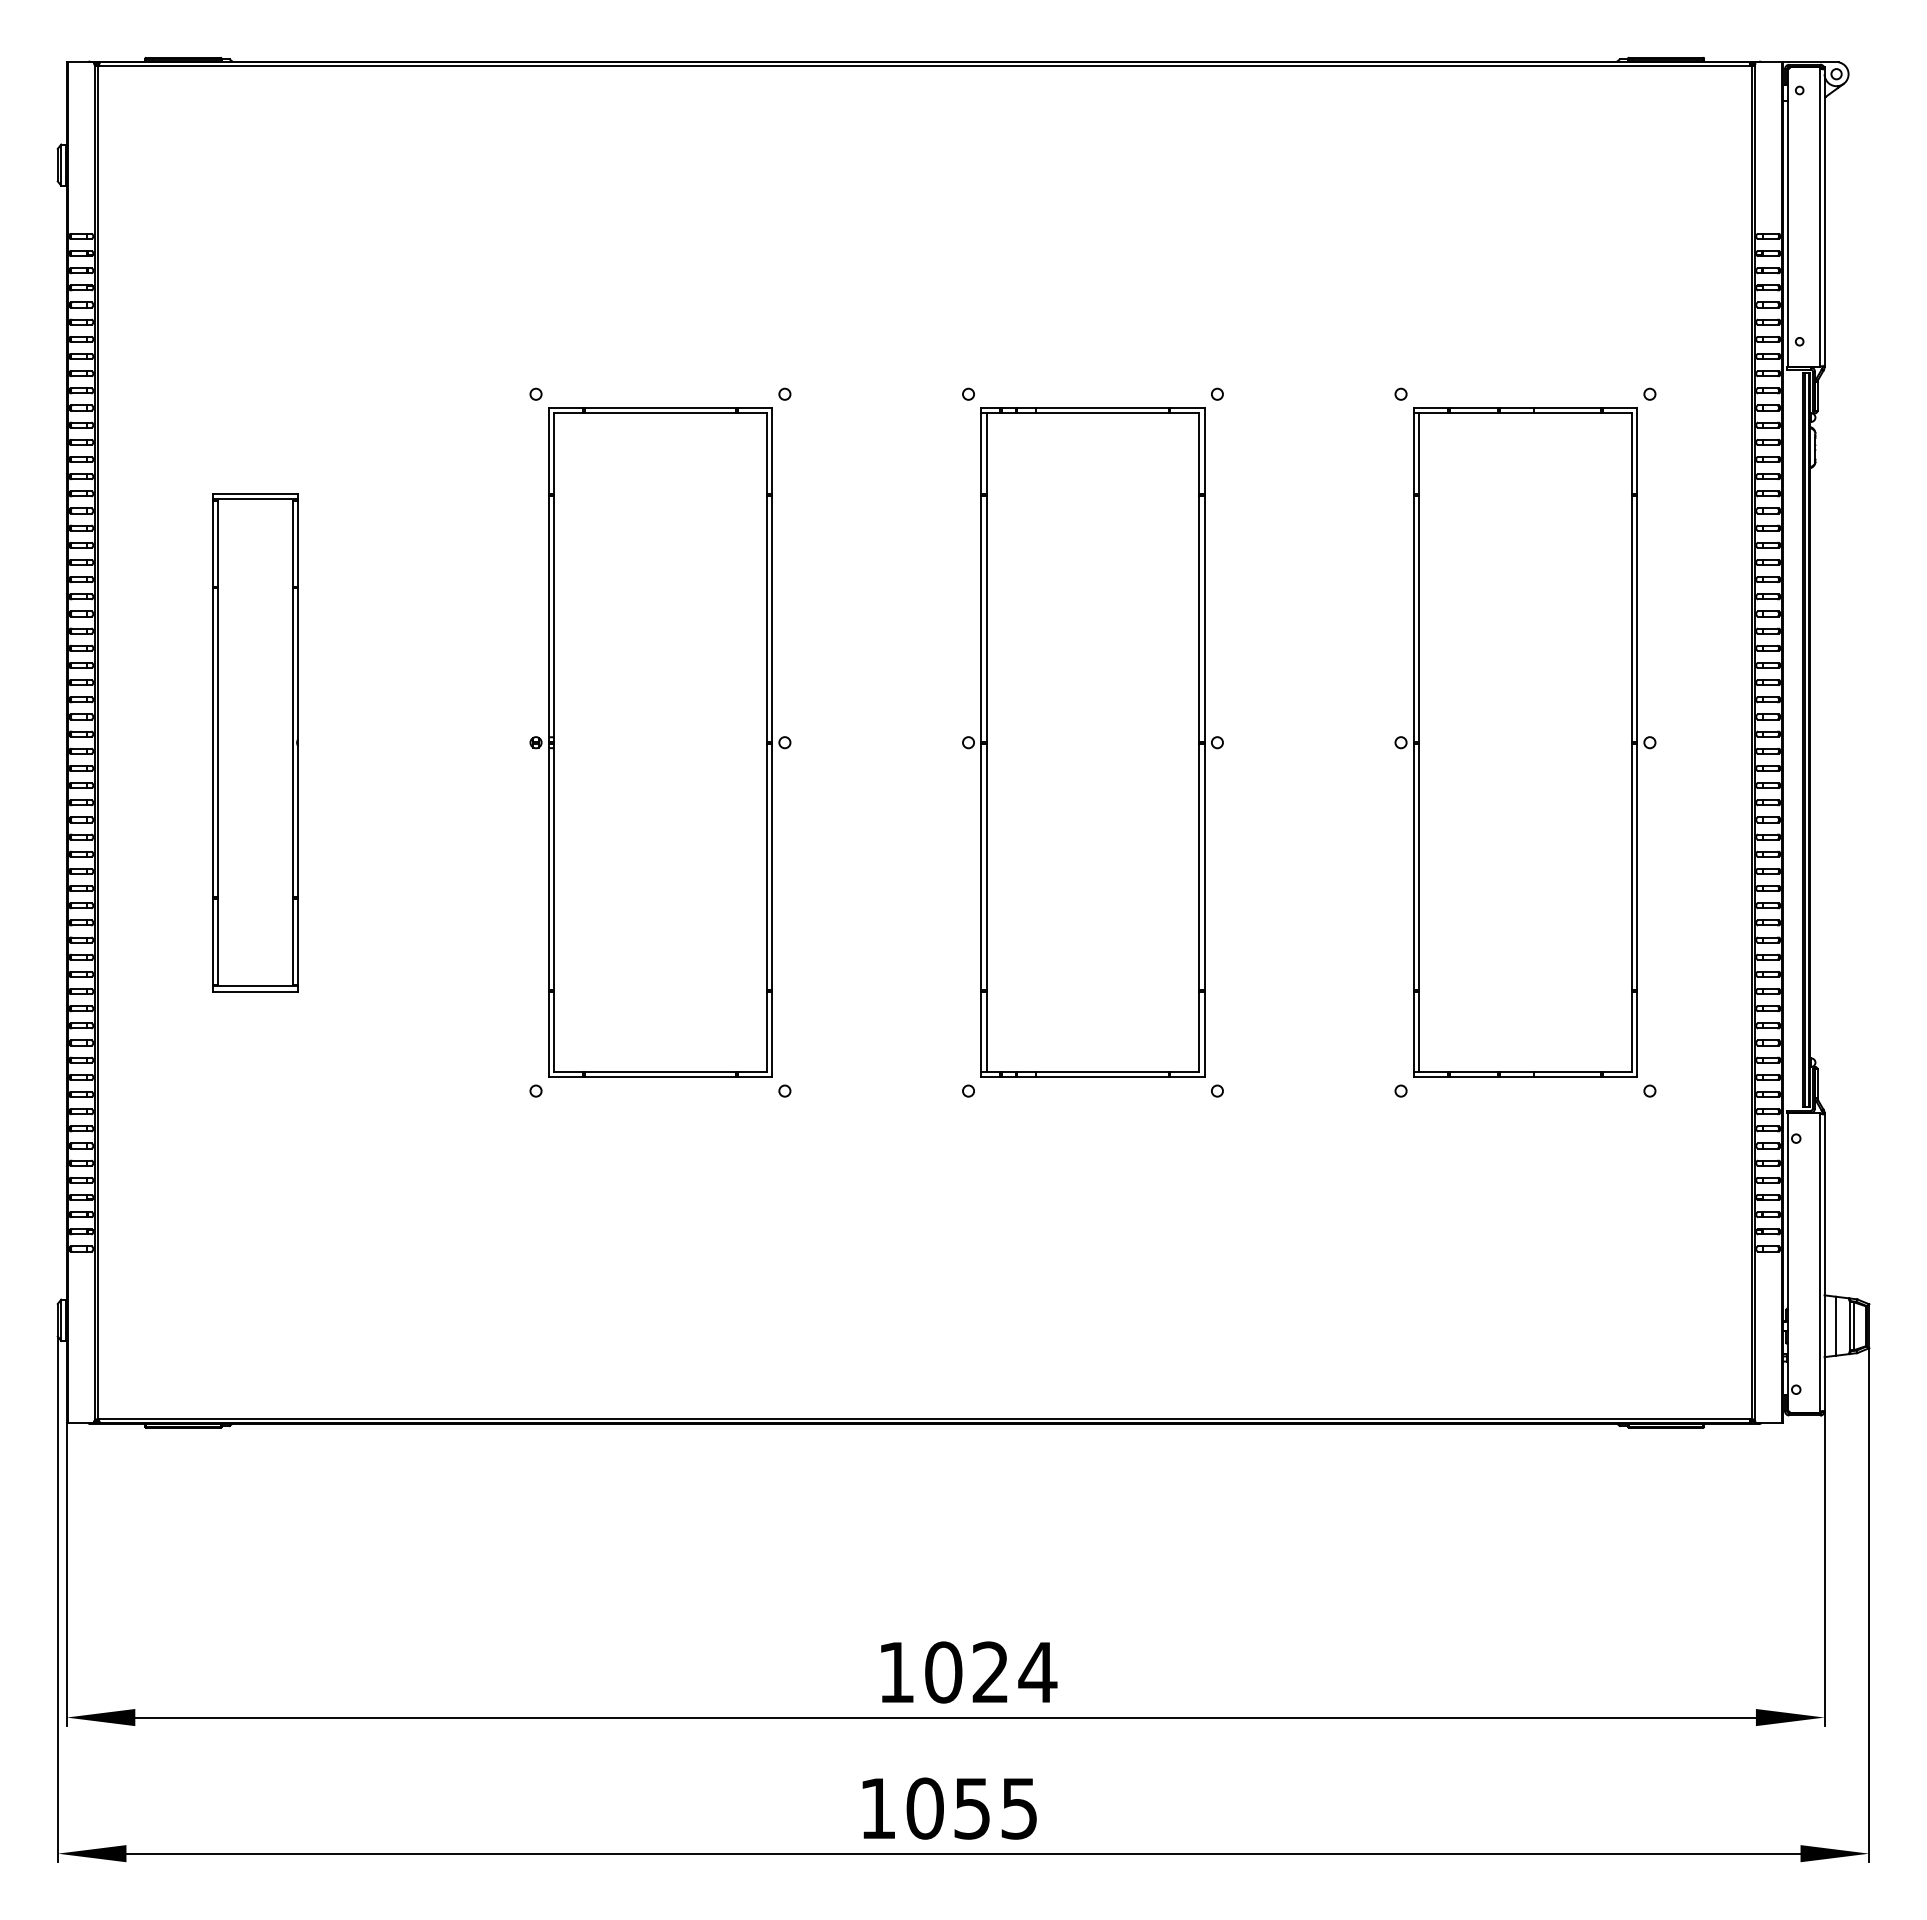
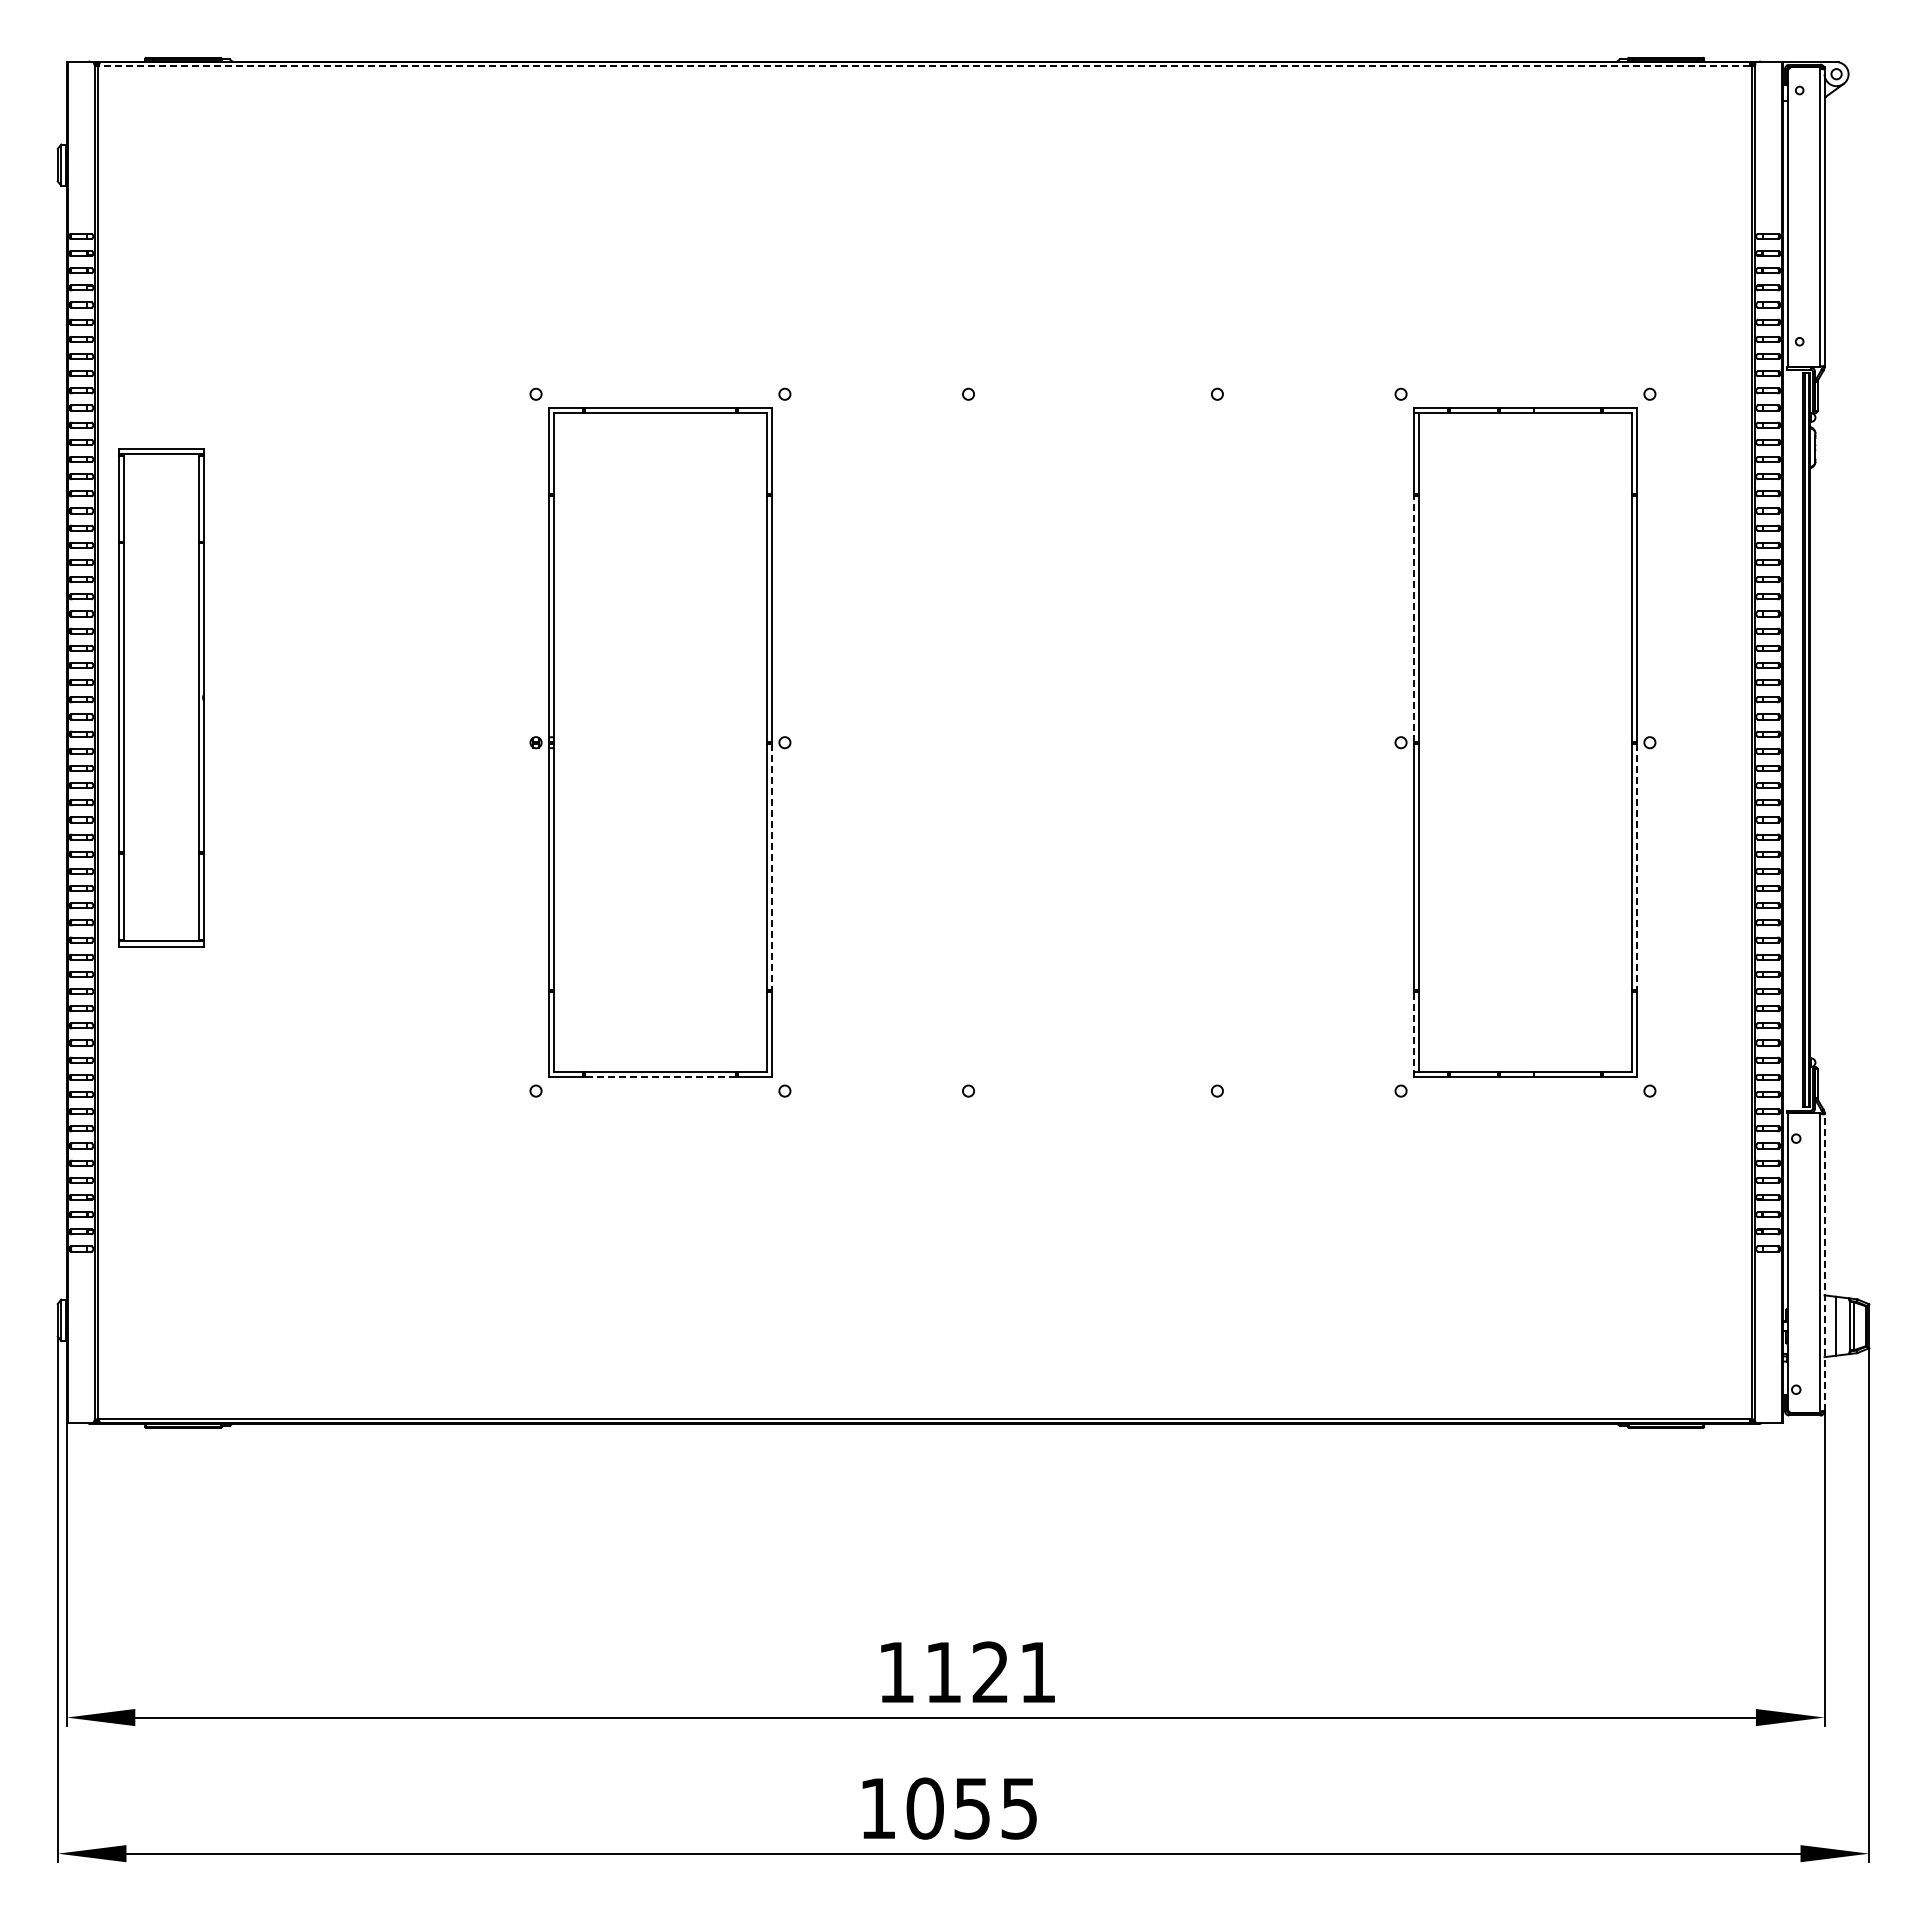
line at (924, 66): solid -> dashed
line at (1413, 618): solid -> dashed
part at (255, 742) position: (255, 742) -> (161, 697)
part at (1092, 742): present -> none
line at (772, 867): solid -> dashed
line at (1637, 867): solid -> dashed
line at (1413, 1034): solid -> dashed
line at (660, 1077): solid -> dashed
line at (1824, 1262): solid -> dashed
text at (991, 1672): 1024 -> 1121
